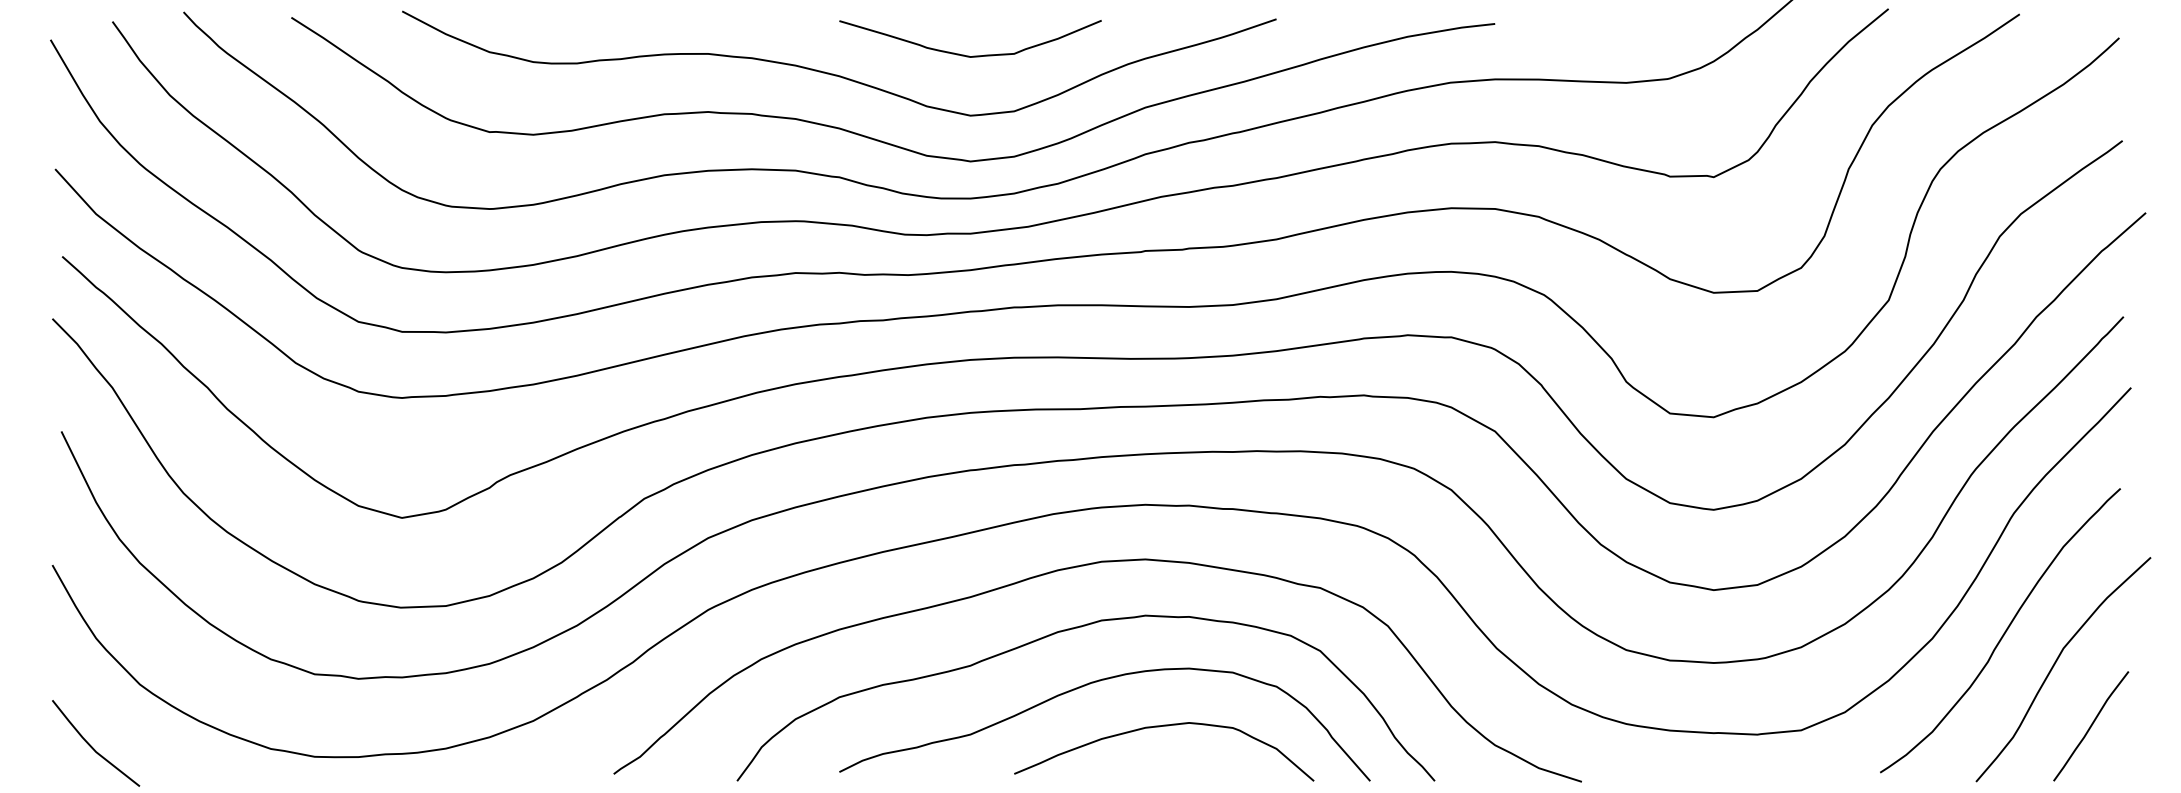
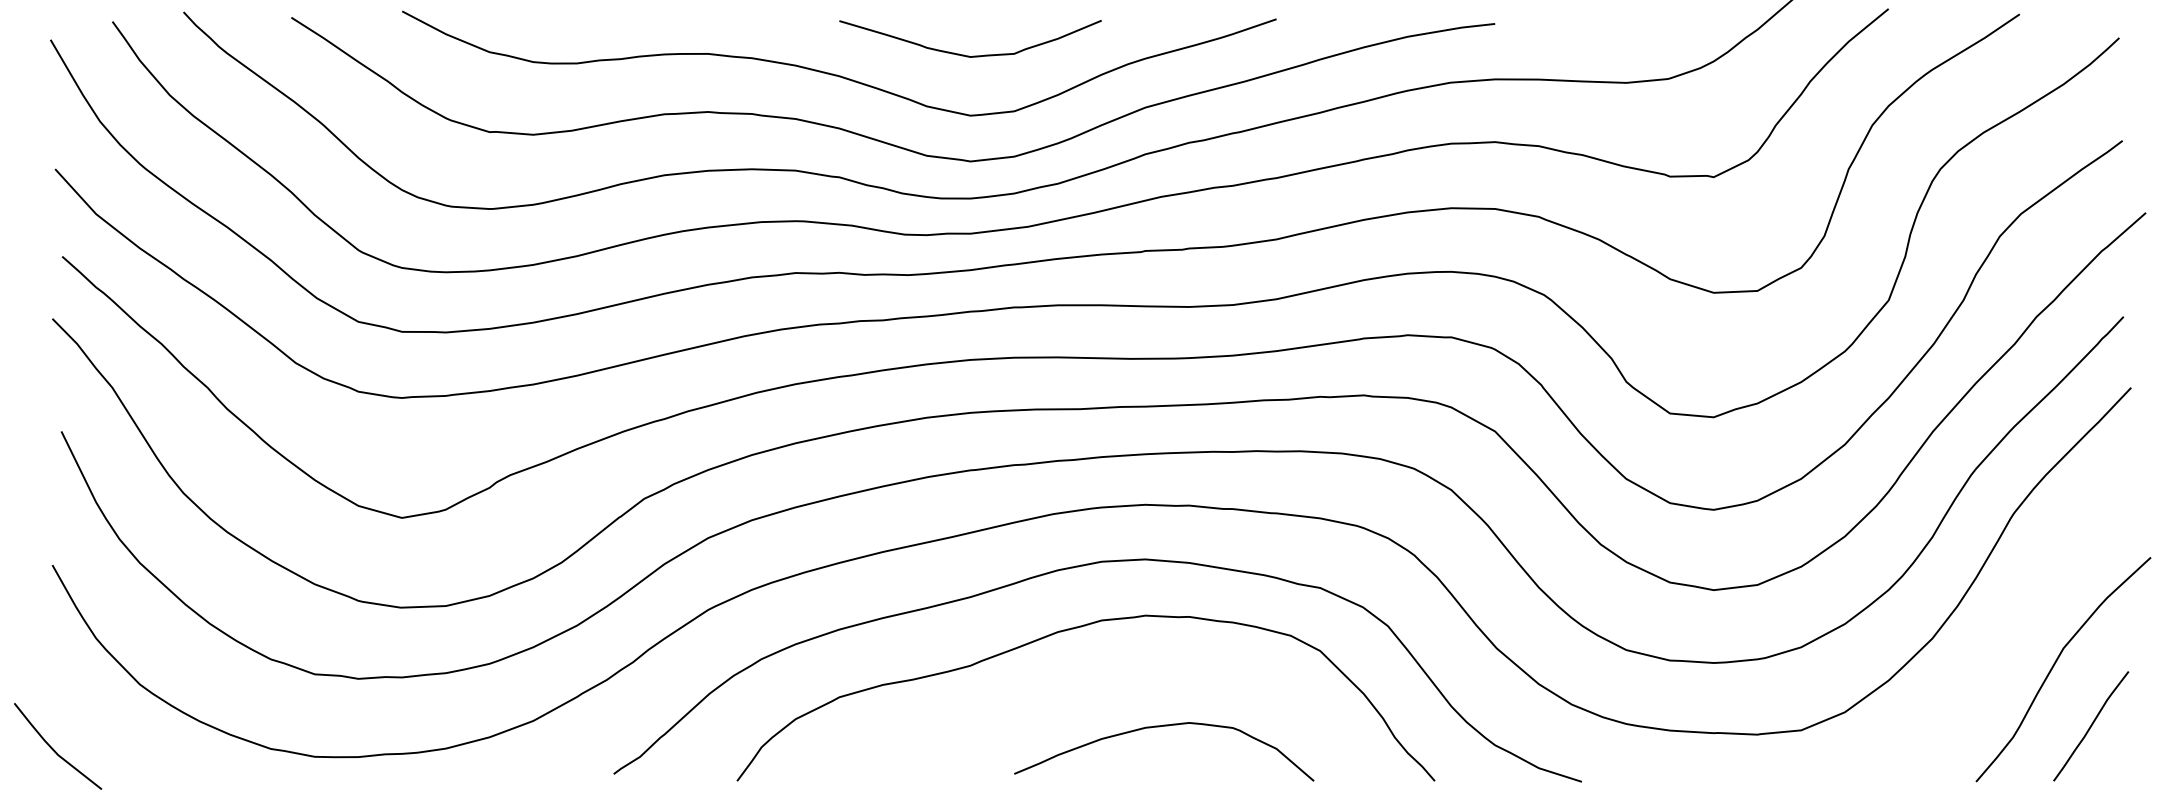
curve at (2004, 631): present -> none
curve at (1090, 684): present -> none
line at (92, 746) position: (92, 746) -> (54, 749)
